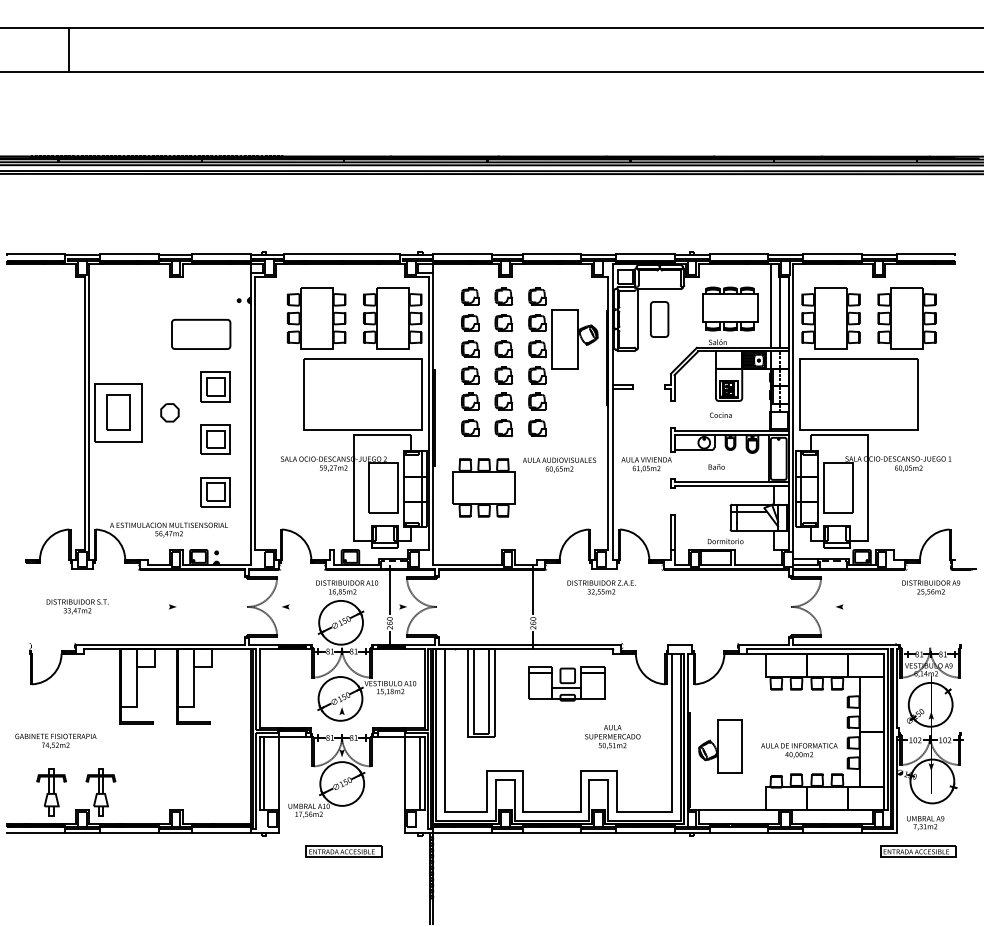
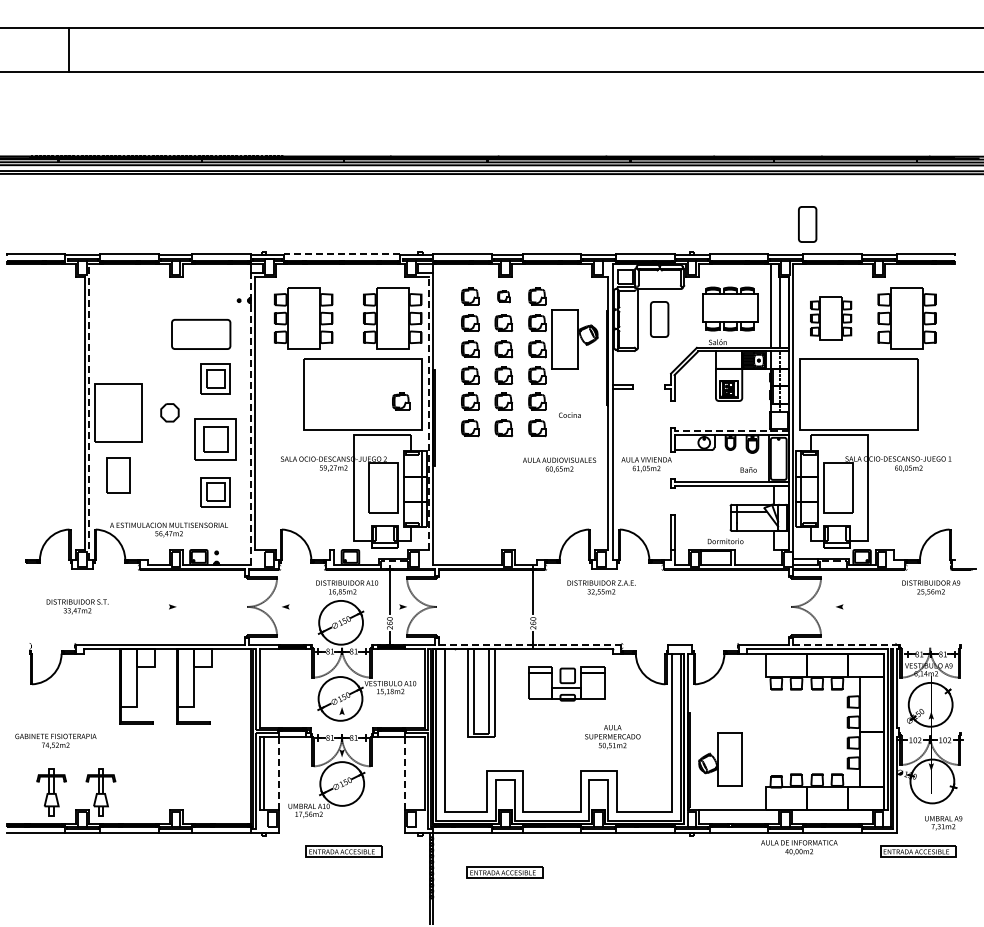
part at (807, 224): none -> present
line at (342, 254): solid -> dashed
part at (503, 296) size: 20x19 px -> 14x14 px
part at (316, 318) position: (316, 318) -> (303, 318)
part at (830, 318) size: 60x63 px -> 43x45 px
part at (215, 386) position: (215, 386) -> (215, 378)
part at (401, 401): none -> present
line at (89, 411): solid -> dashed
part at (118, 412) position: (118, 412) -> (118, 475)
line at (428, 413): solid -> dashed
text at (720, 414) position: (720, 414) -> (569, 414)
line at (250, 418): solid -> dashed
line at (731, 430): solid -> dashed
part at (215, 439) size: 31x31 px -> 43x43 px
text at (716, 466) position: (716, 466) -> (748, 469)
part at (483, 487): present -> none
line at (530, 644): solid -> dashed
line at (846, 644): solid -> dashed
part at (720, 746) position: (720, 746) -> (720, 759)
text at (799, 750) position: (799, 750) -> (799, 847)
line at (278, 773): solid -> dashed
line at (405, 773): solid -> dashed
line at (419, 773): present -> none
text at (925, 823) position: (925, 823) -> (943, 823)
part at (504, 872): none -> present
